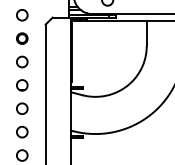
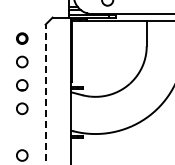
circle at (22, 15): present -> none
line at (45, 94): solid -> dashed
circle at (22, 131): present -> none
